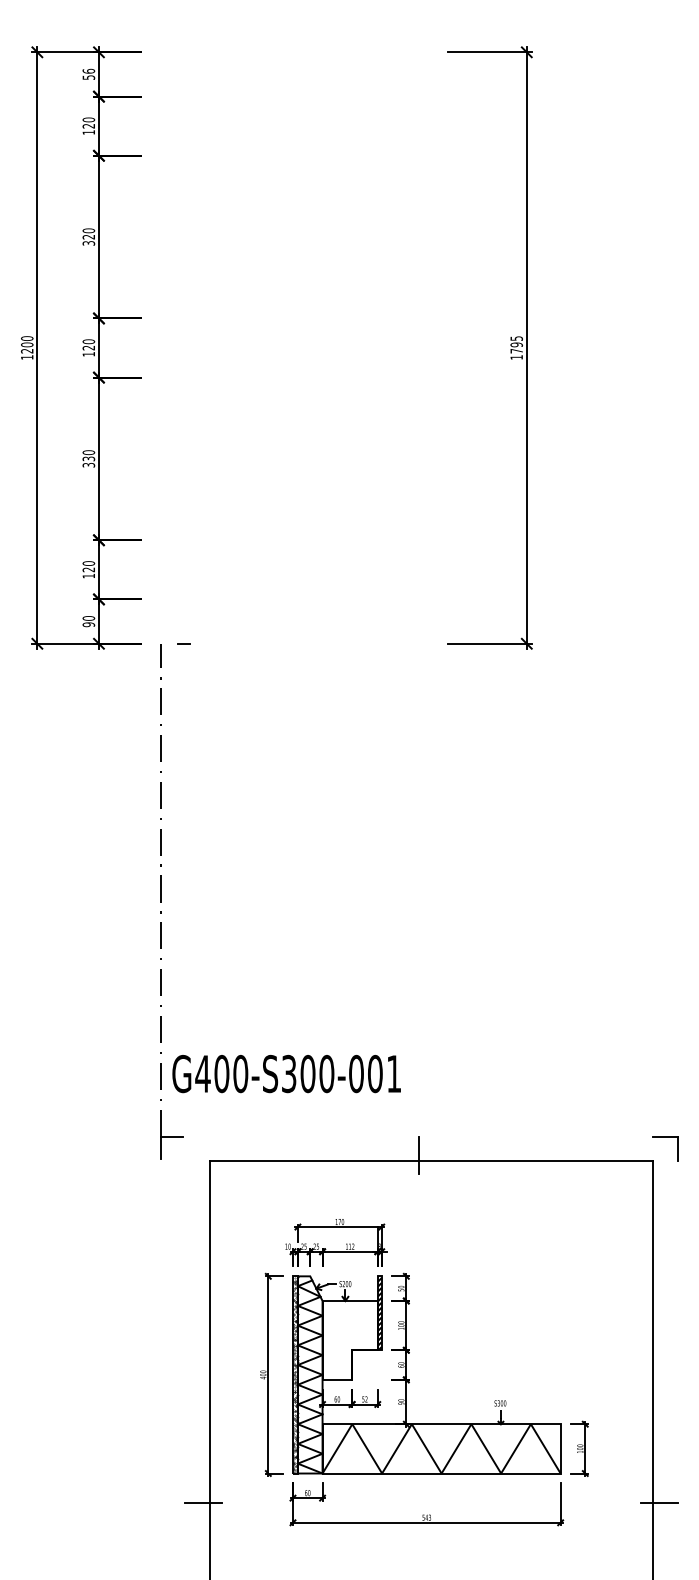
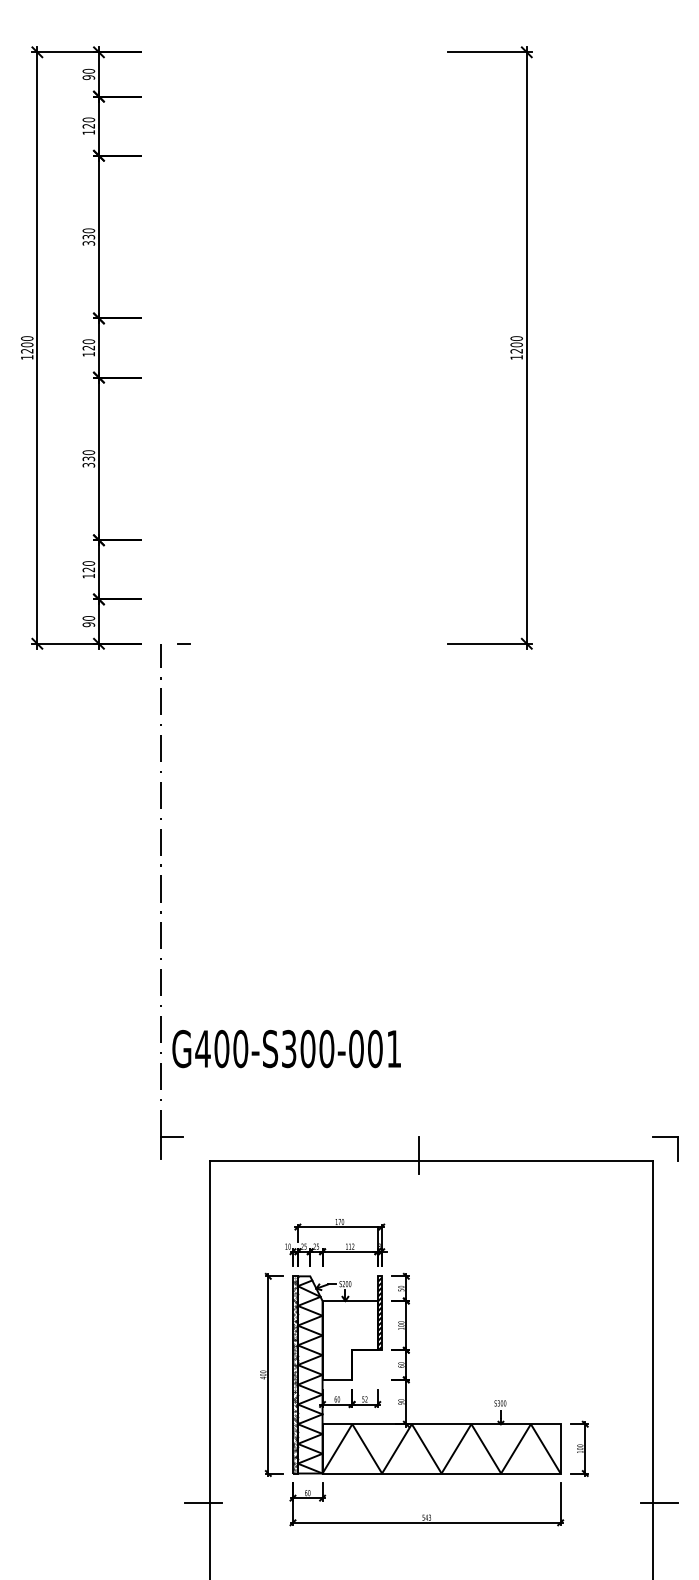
text at (88, 74): 56 -> 90
text at (89, 236): 320 -> 330
text at (516, 344): 1795 -> 1200
text at (286, 1074) position: (286, 1074) -> (286, 1049)
